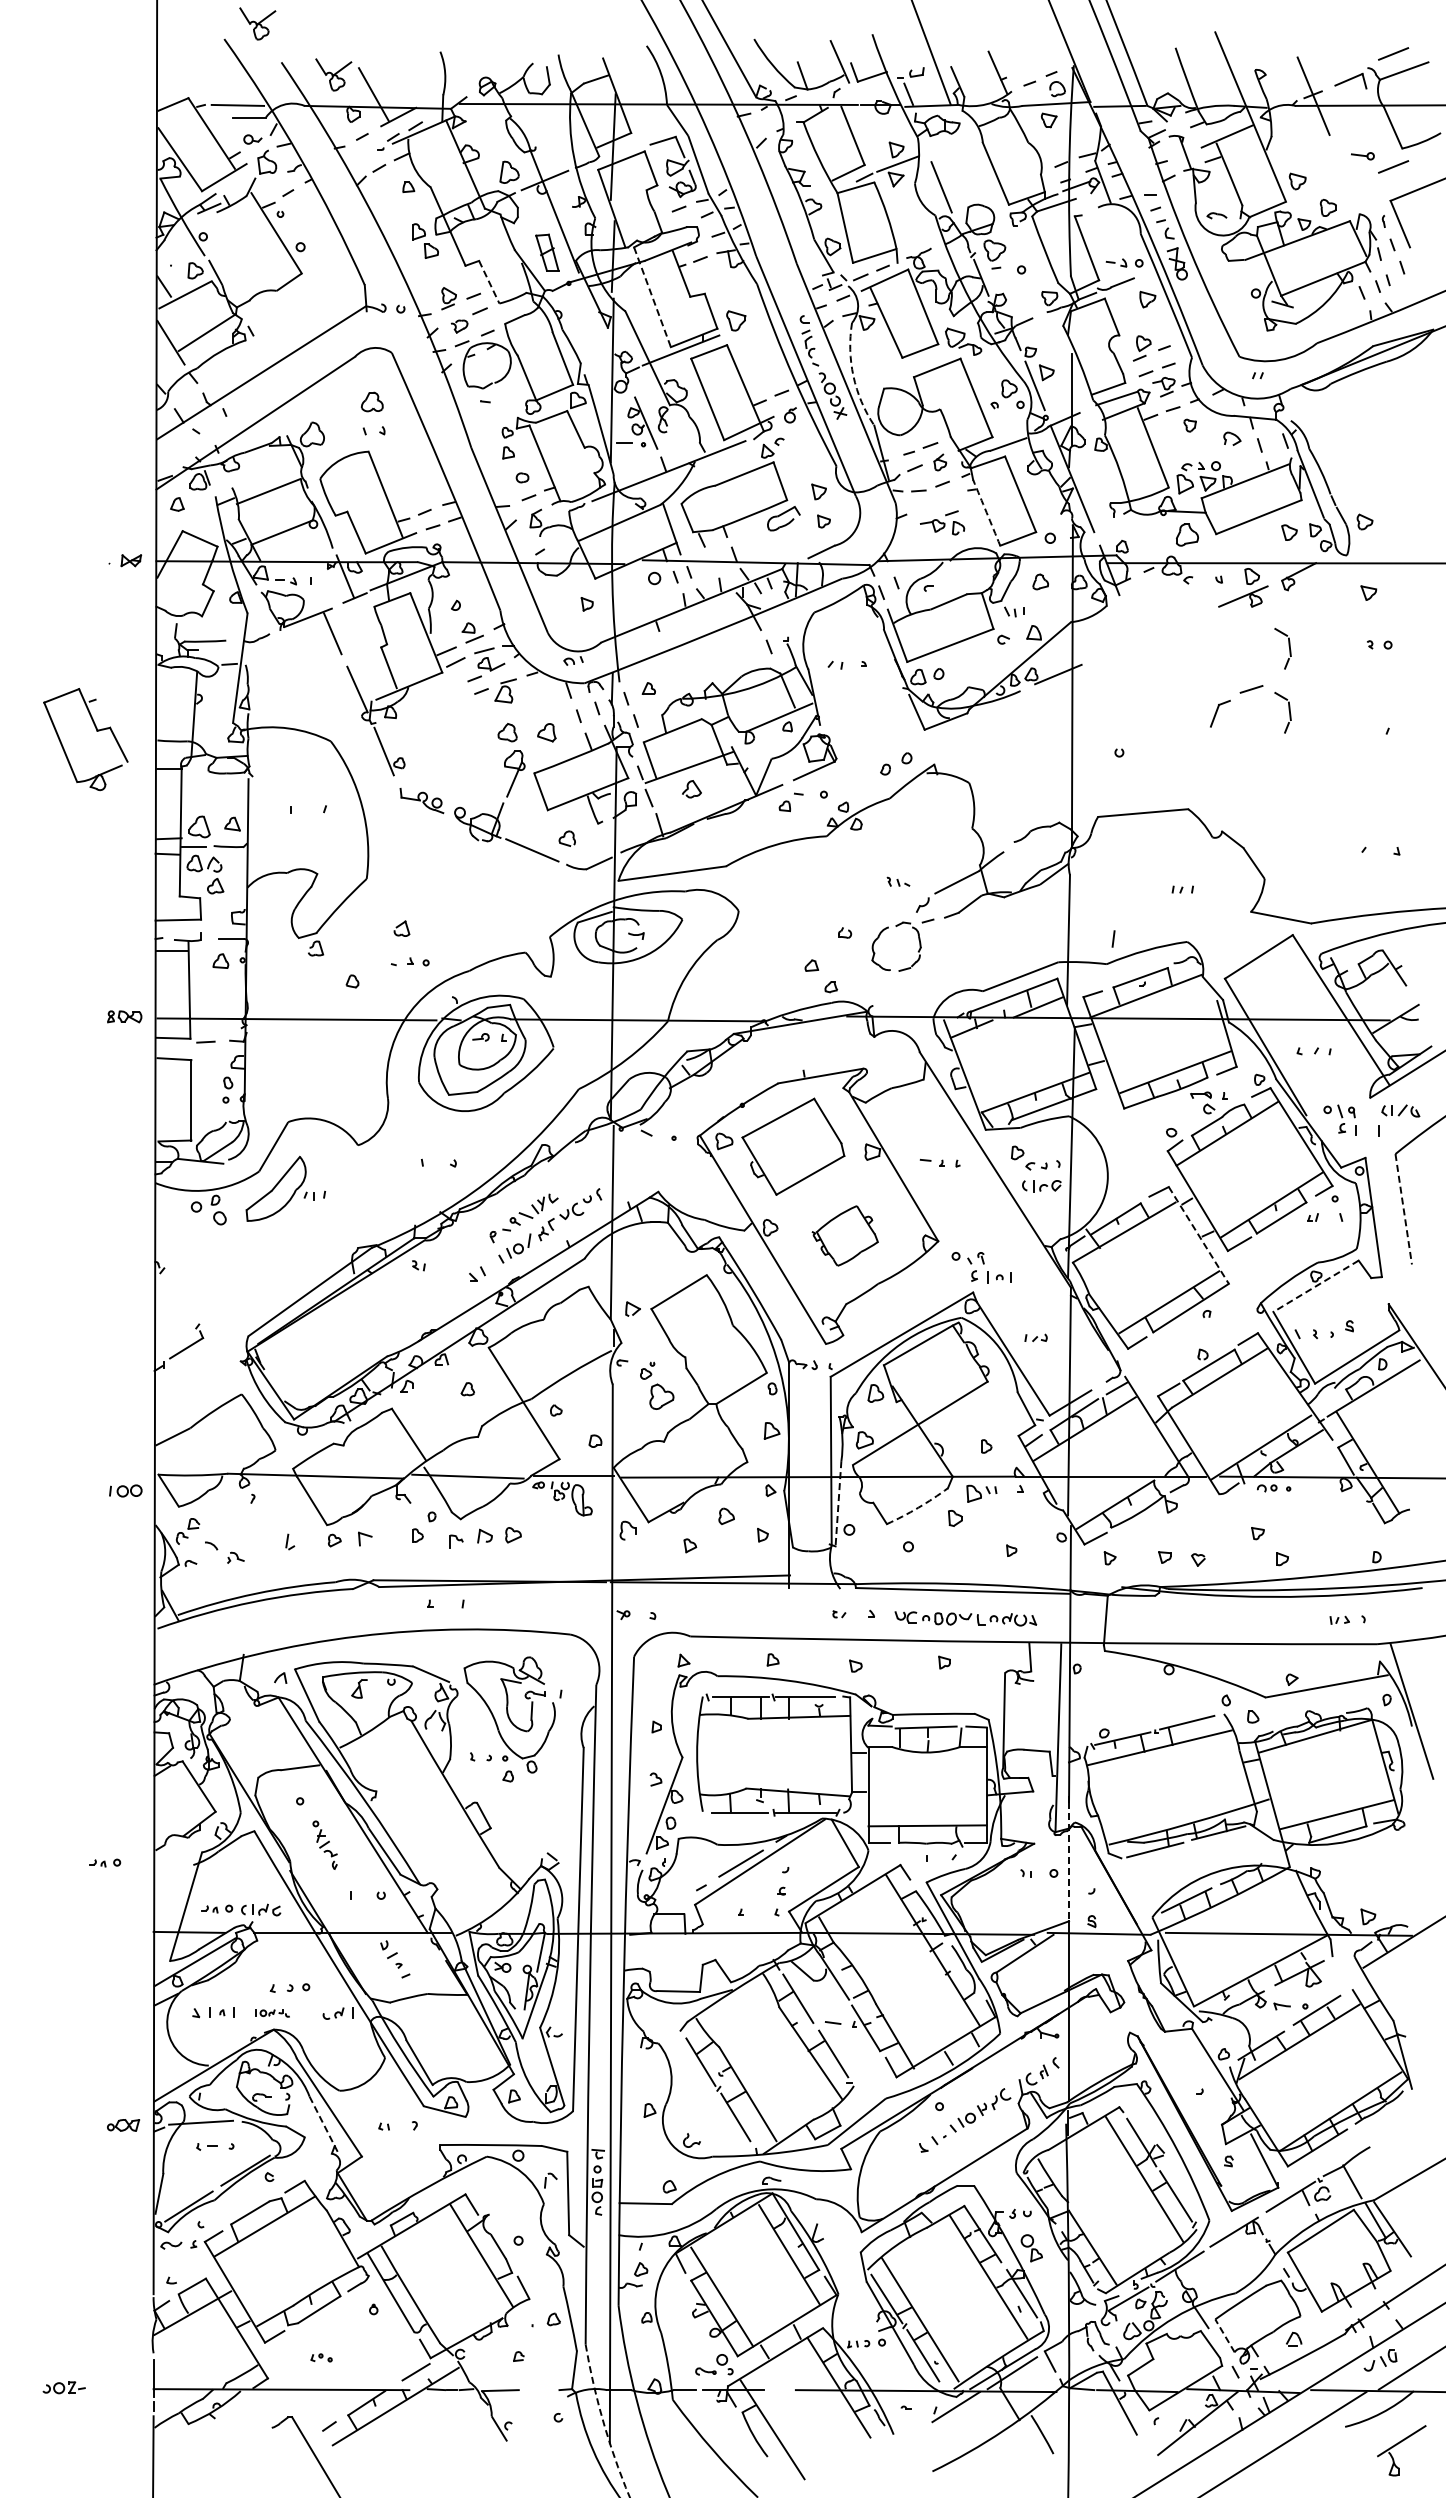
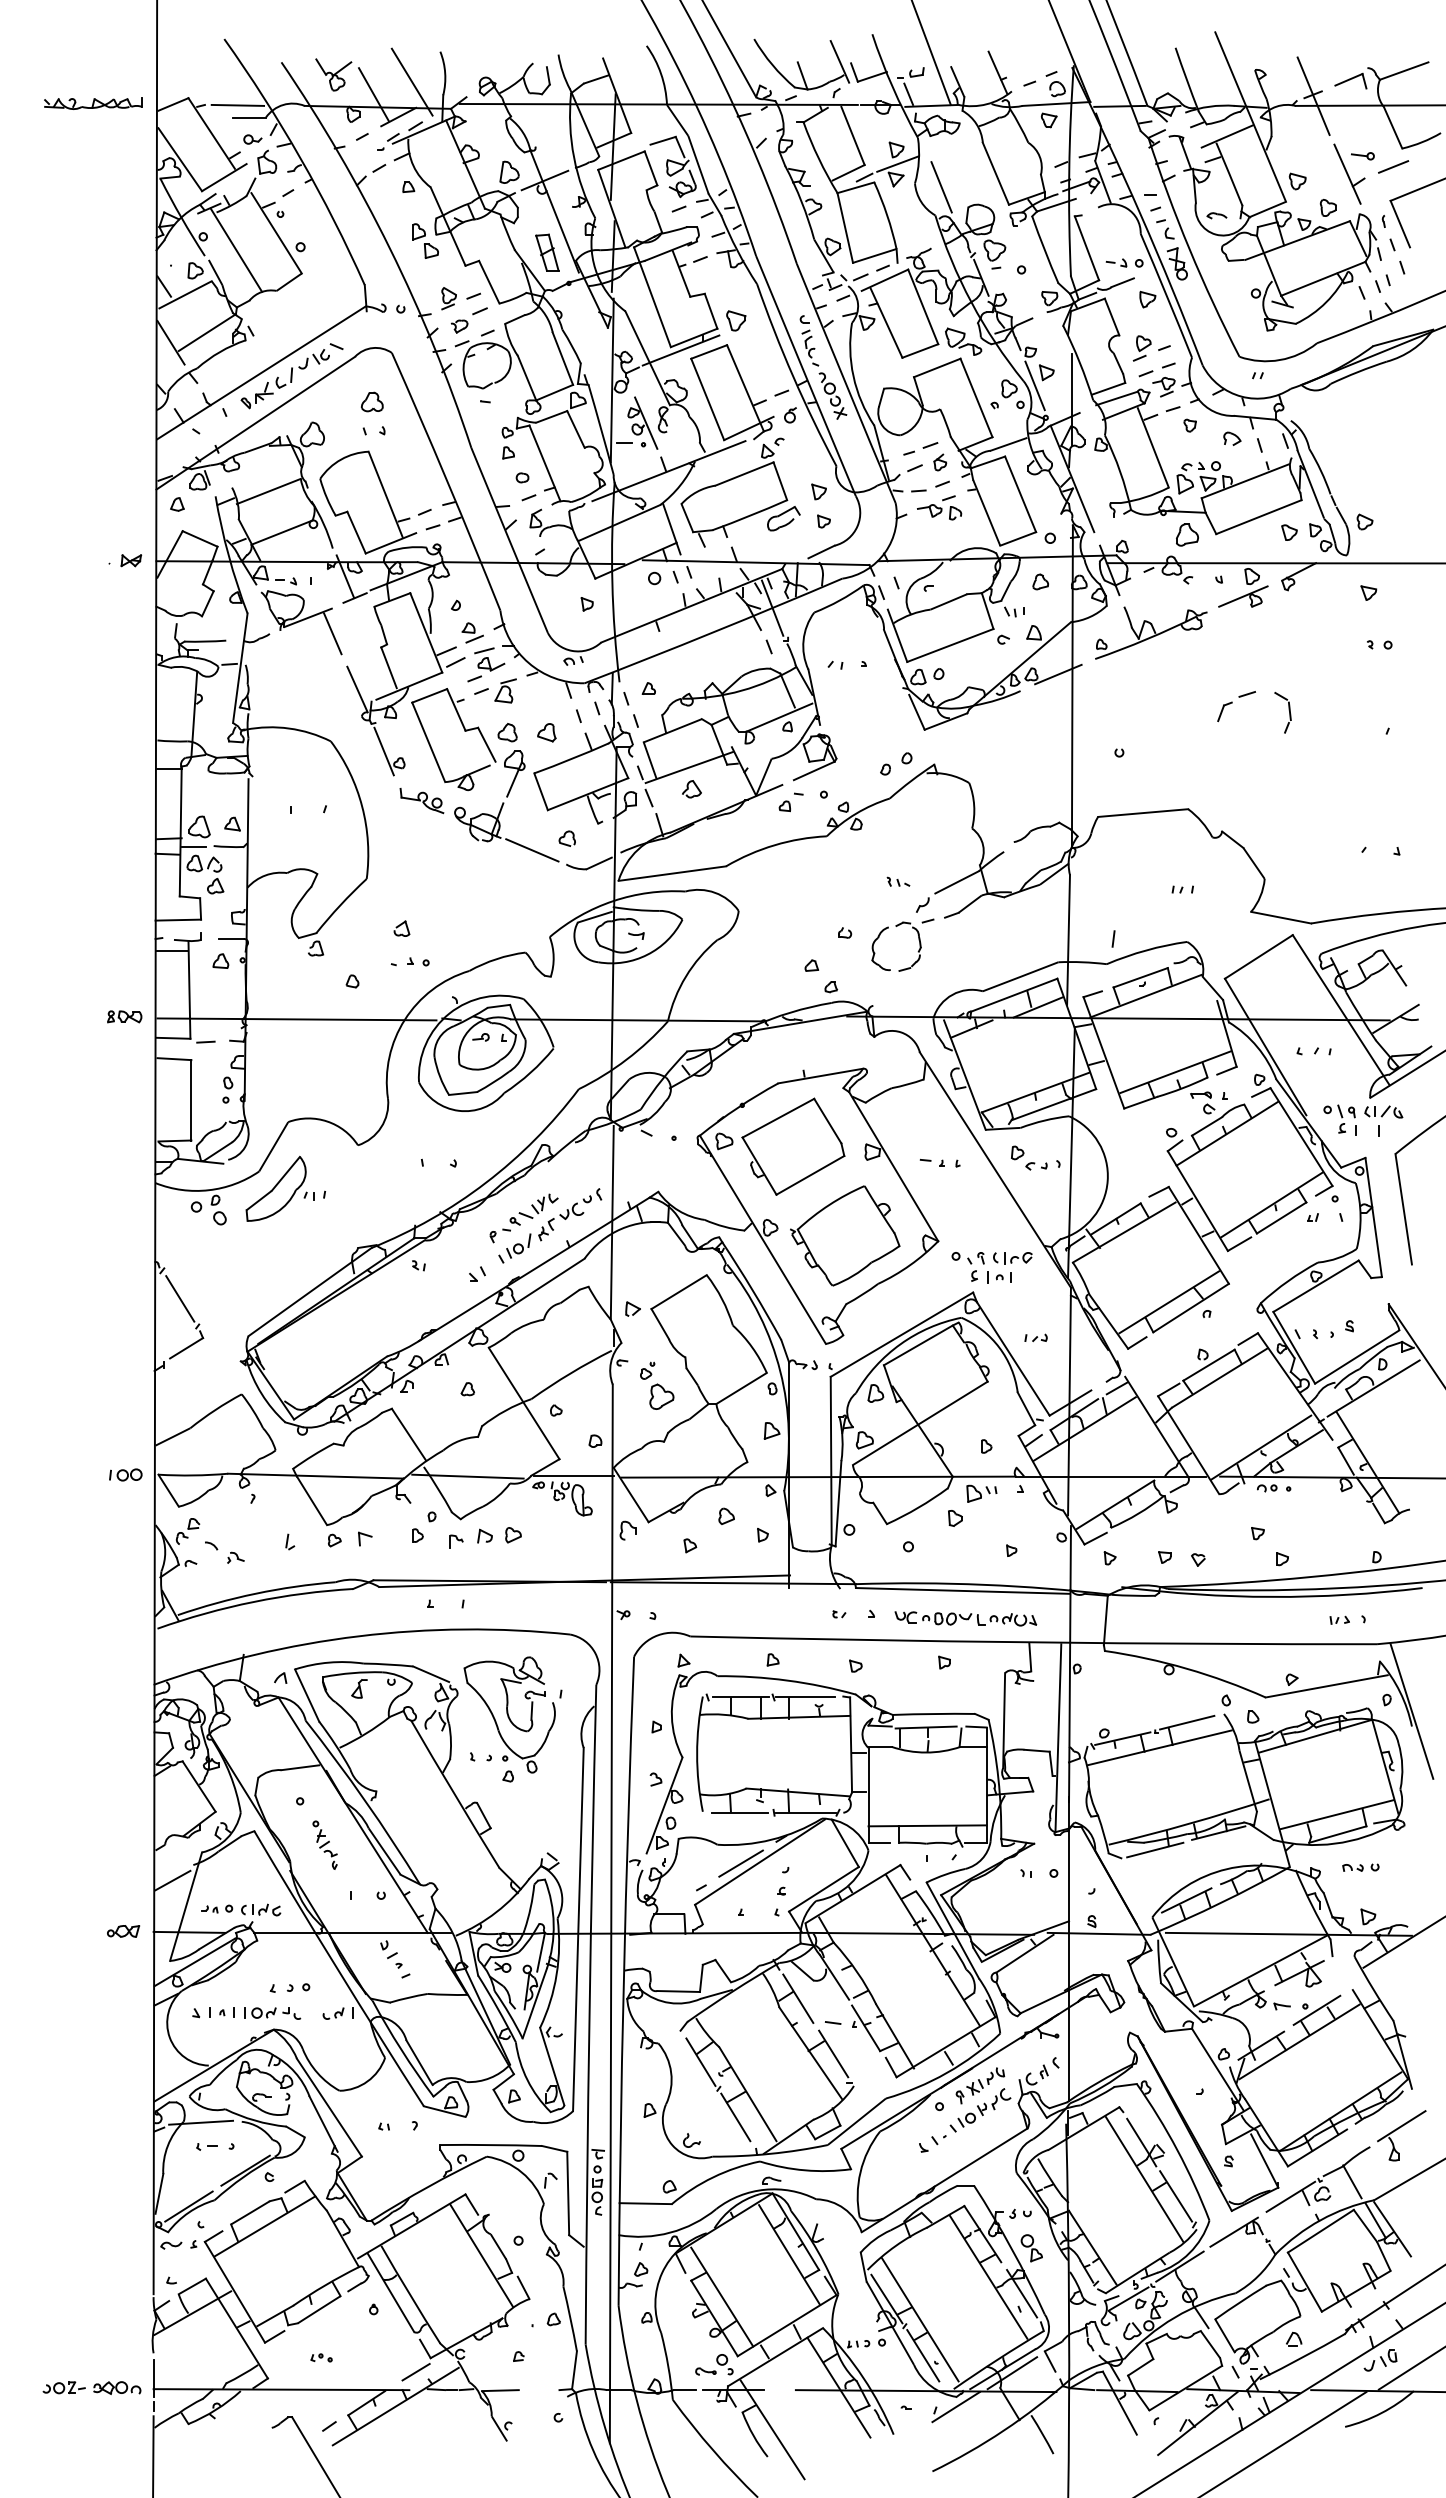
part at (257, 23): present -> none
line at (1393, 53): present -> none
line at (411, 81): none -> present
part at (93, 103): none -> present
part at (1349, 173): none -> present
line at (236, 249): none -> present
line at (489, 282): dashed -> solid
line at (652, 297): dashed -> solid
part at (291, 376): none -> present
arc at (853, 376): dashed -> solid
arc at (986, 512): dashed -> solid
part at (942, 522) position: (942, 522) -> (939, 507)
line at (772, 607): none -> present
part at (1151, 632): none -> present
part at (1288, 646): present -> none
part at (1236, 706) size: 54x43 px -> 39x32 px
part at (96, 731) position: (96, 731) -> (464, 731)
part at (1400, 1110) position: (1400, 1110) -> (1383, 1111)
part at (1041, 1186) position: (1041, 1186) -> (1012, 1258)
line at (1403, 1209): dashed -> solid
part at (844, 1235) size: 68x62 px -> 111x102 px
line at (1198, 1235): dashed -> solid
line at (1316, 1286): dashed -> solid
line at (180, 1298): none -> present
part at (125, 1490) position: (125, 1490) -> (125, 1474)
line at (838, 1503): dashed -> solid
arc at (918, 1507): dashed -> solid
line at (1069, 1861): dashed -> solid
part at (105, 1862): present -> none
part at (1360, 1867): none -> present
line at (172, 1880): none -> present
part at (272, 2013) size: 35x9 px -> 58x13 px
part at (980, 2085): none -> present
line at (323, 2124): dashed -> solid
part at (123, 2125) position: (123, 2125) -> (123, 1931)
line at (1224, 2335): dashed -> solid
part at (117, 2387): none -> present
arc at (603, 2422): dashed -> solid
part at (1398, 2444) position: (1398, 2444) -> (1398, 2129)
